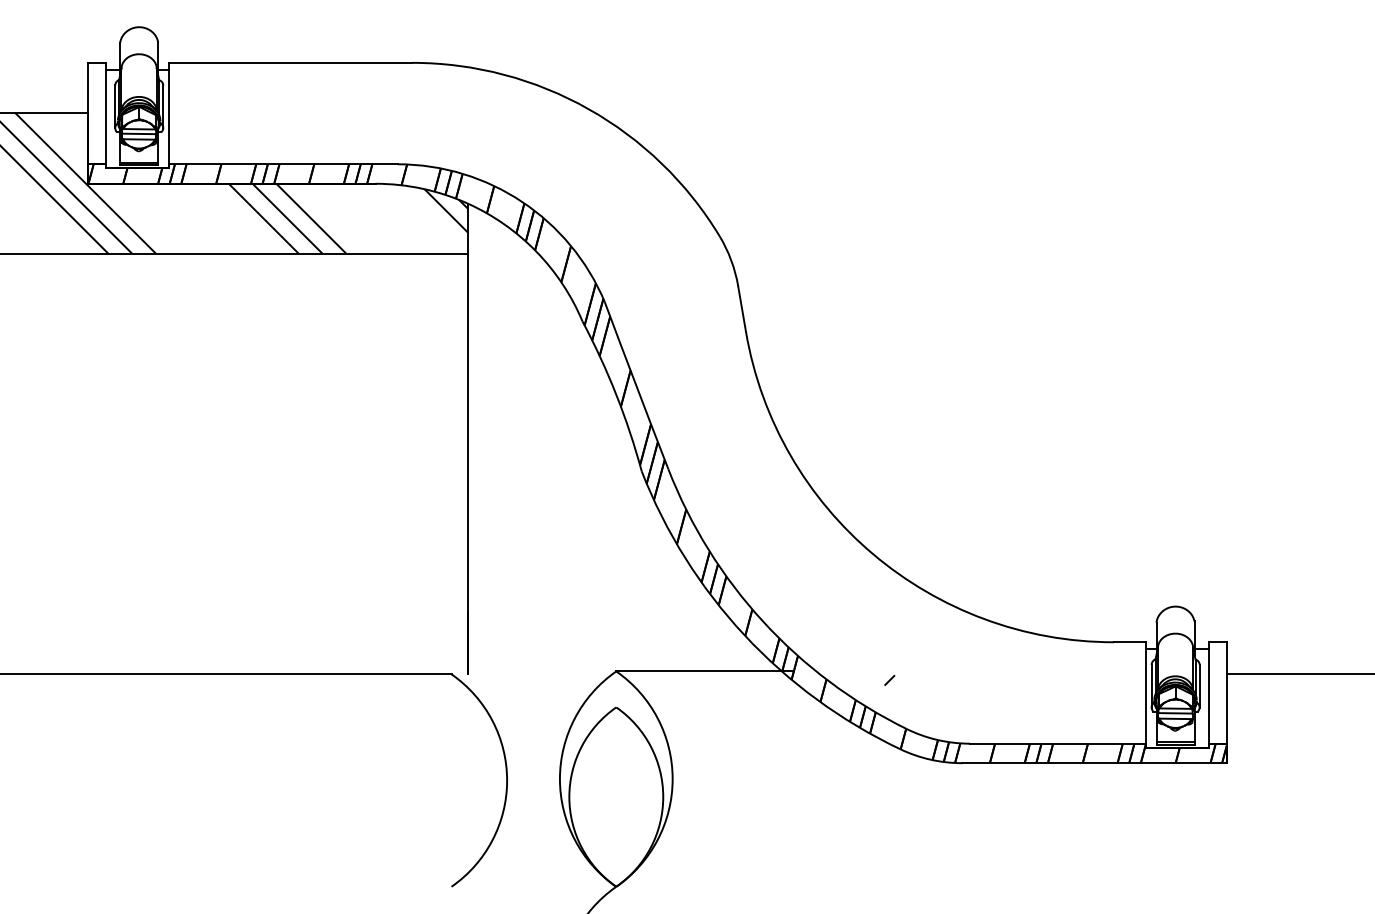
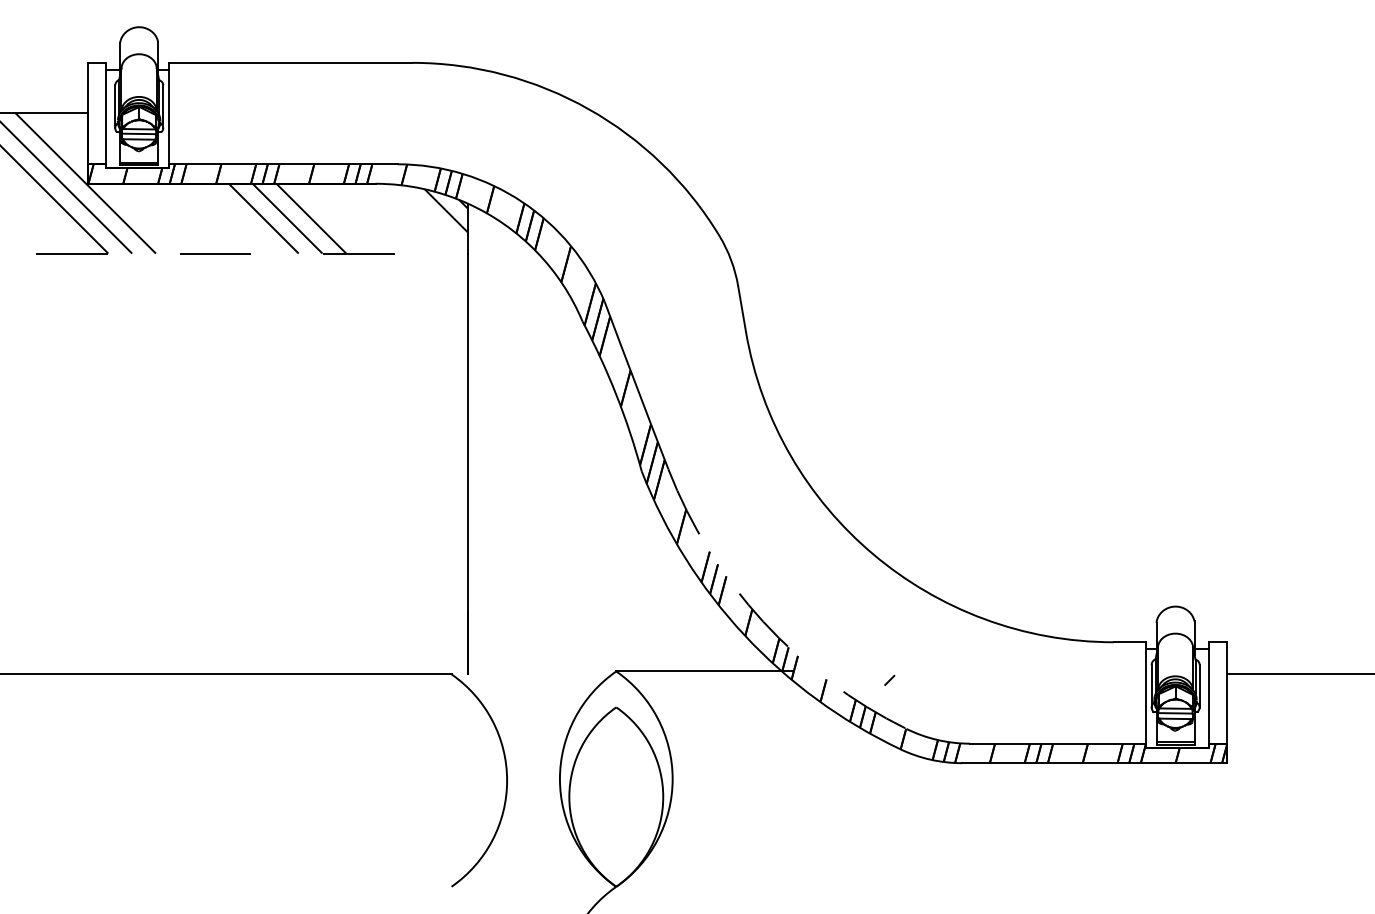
line at (234, 253): solid -> dashed
arc at (763, 621): solid -> dashed
